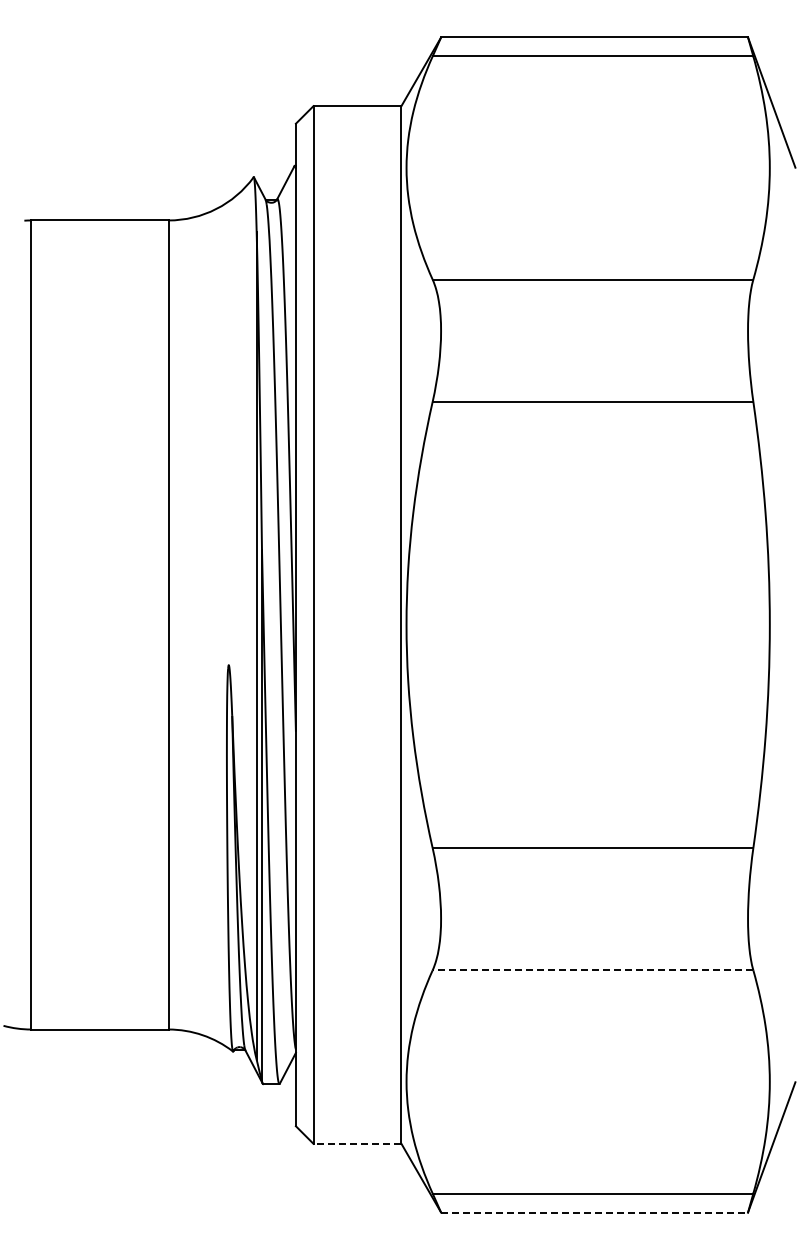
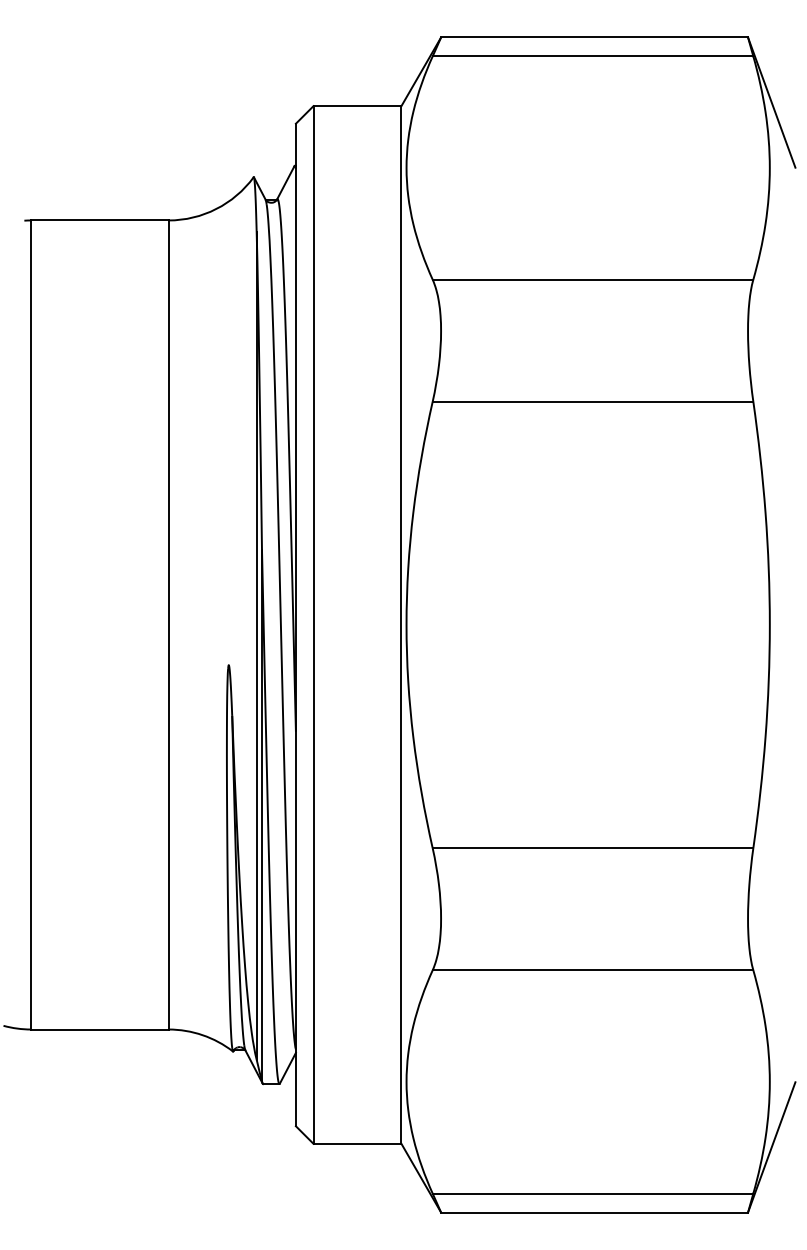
line at (592, 970): dashed -> solid
line at (357, 1143): dashed -> solid
line at (595, 1212): dashed -> solid
